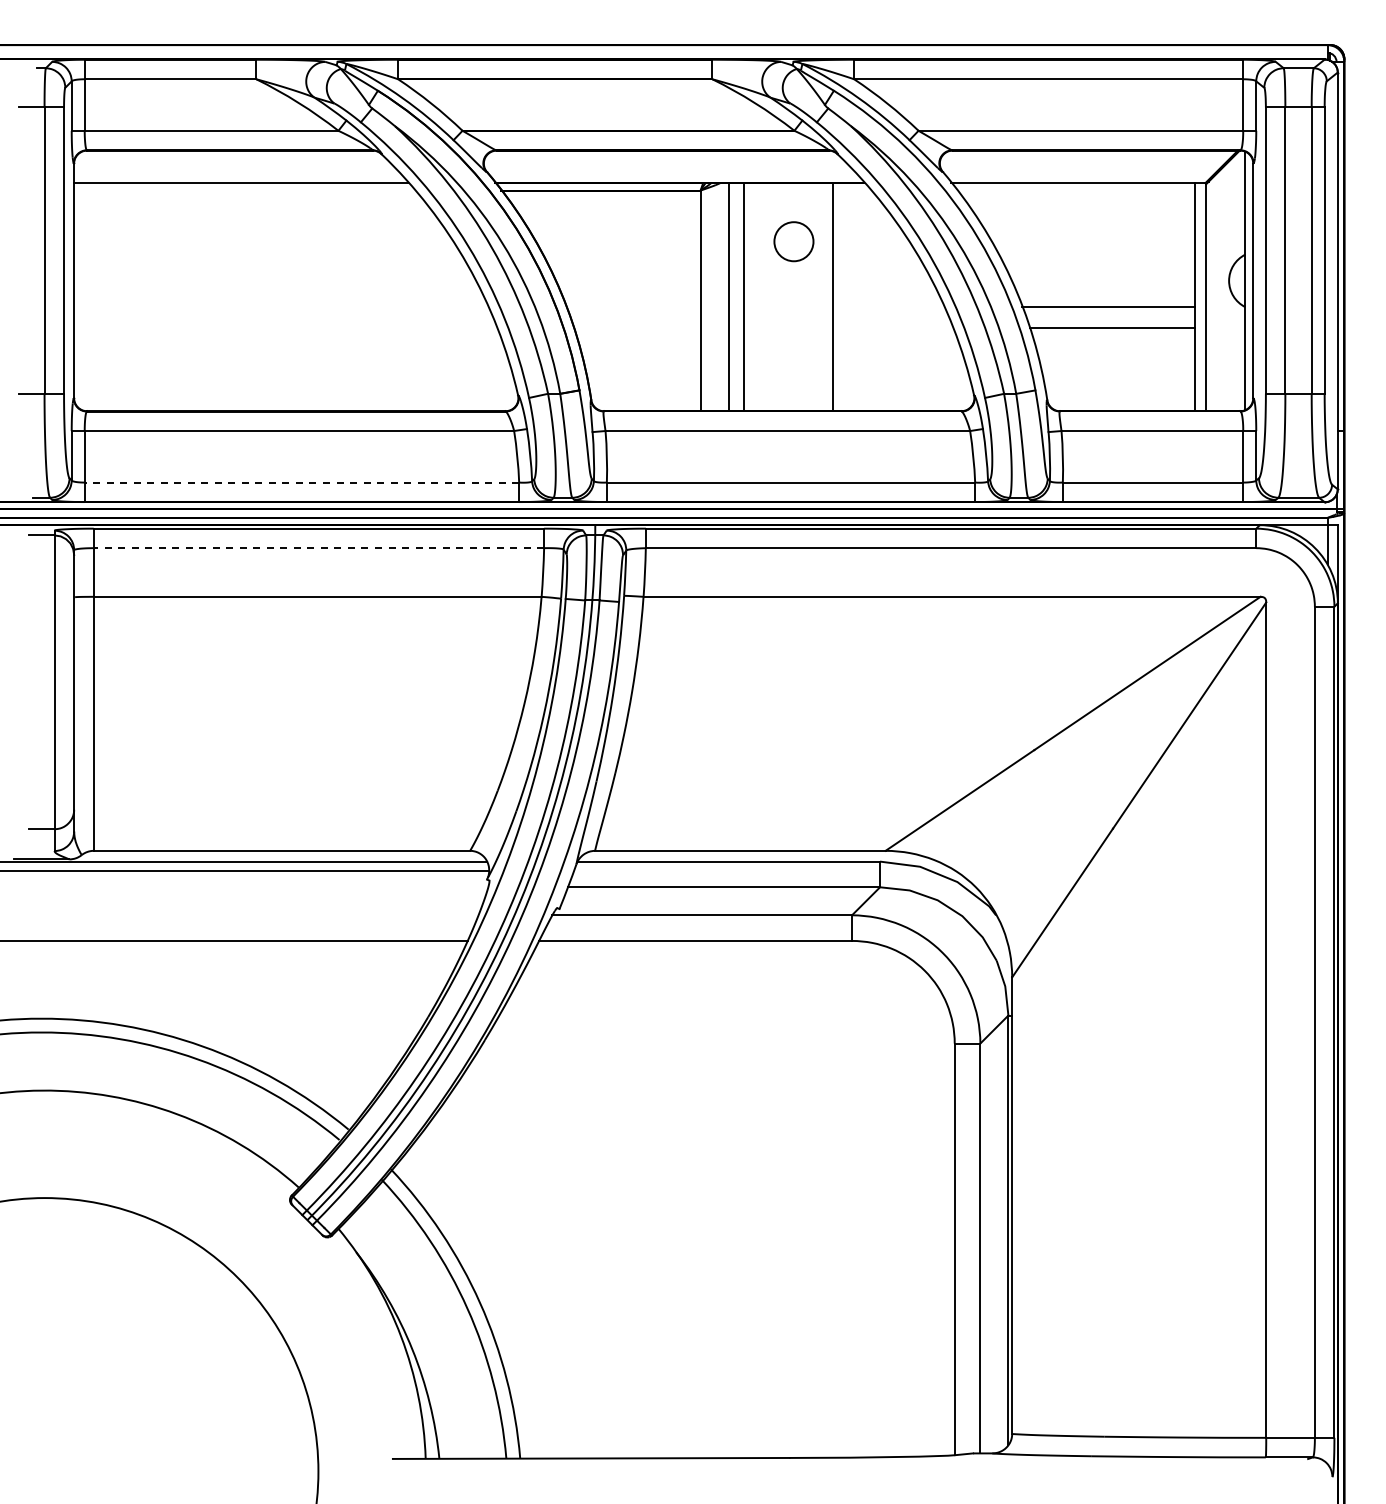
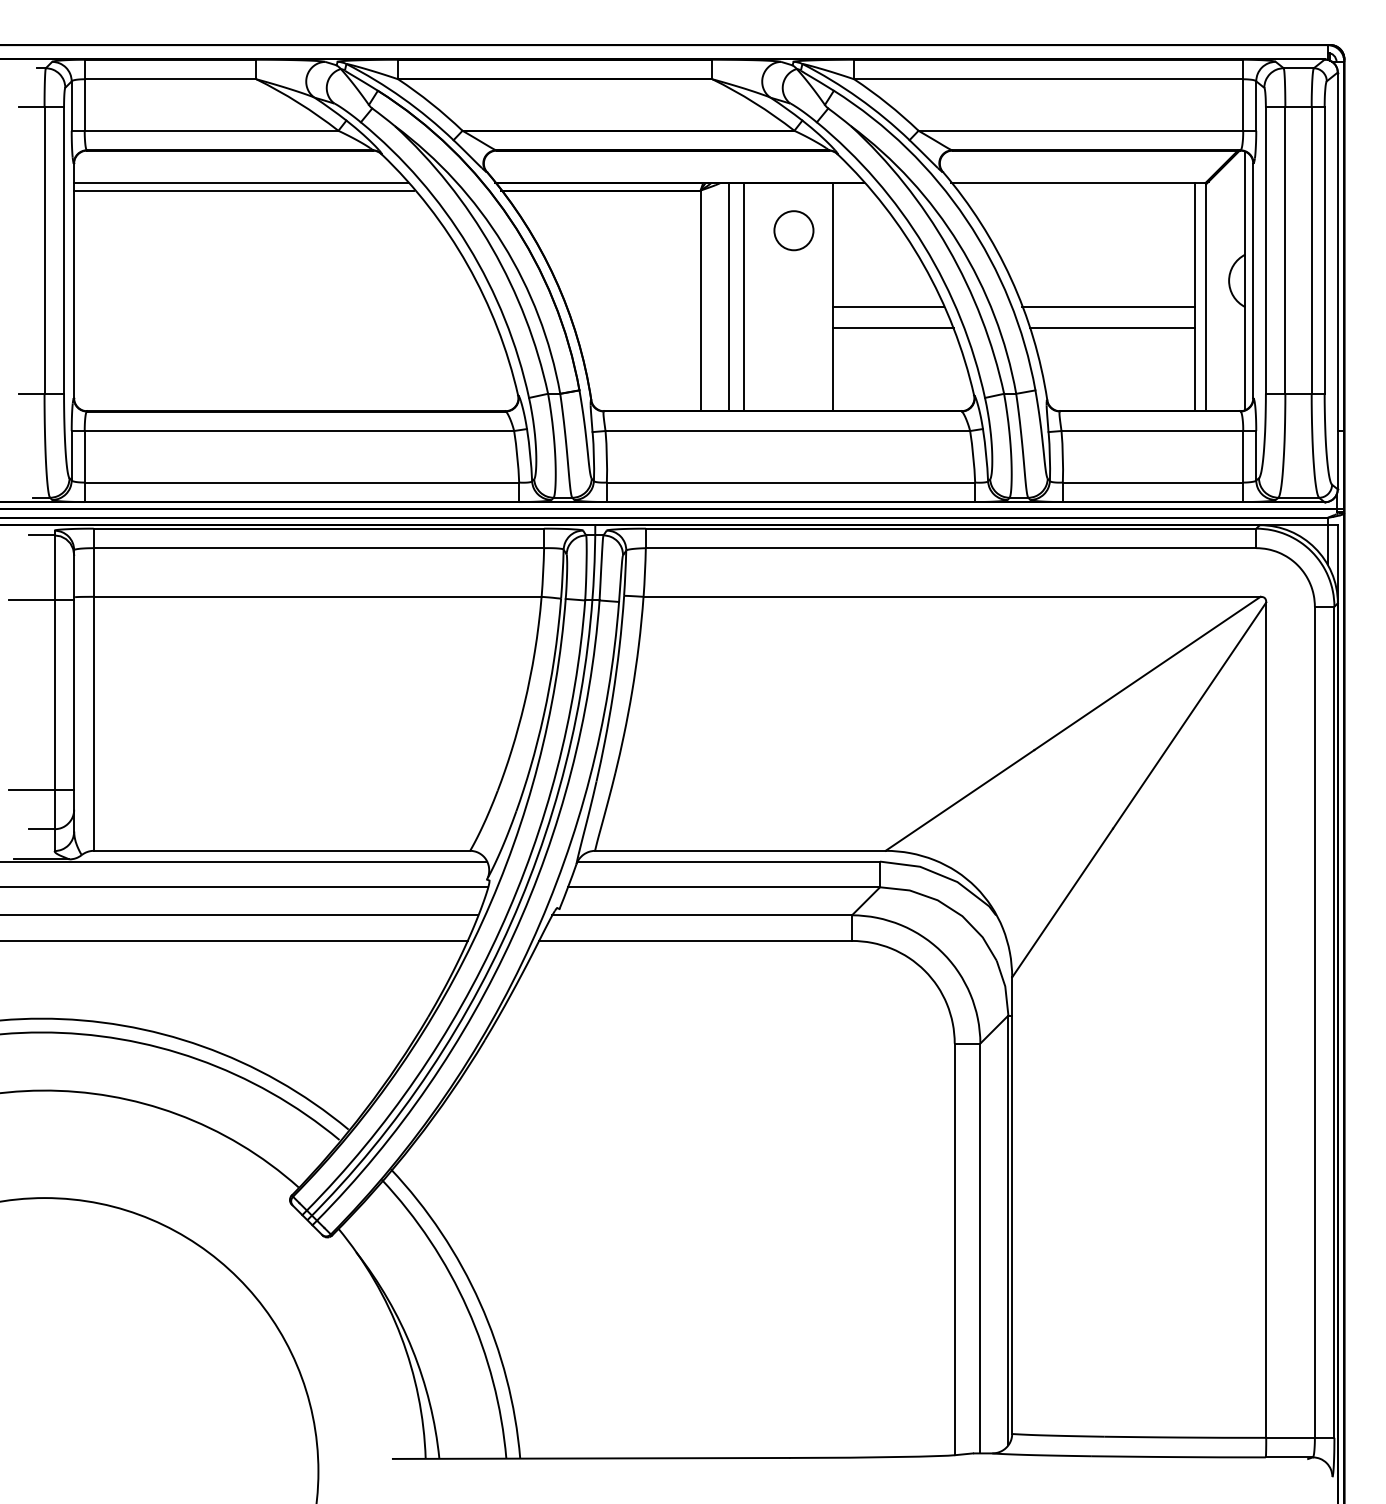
line at (244, 190): none -> present
circle at (793, 241) position: (793, 241) -> (793, 230)
line at (888, 307): none -> present
line at (893, 328): none -> present
line at (301, 482): dashed -> solid
line at (318, 548): dashed -> solid
line at (41, 600): none -> present
line at (41, 790): none -> present
line at (245, 871) position: (245, 871) -> (245, 887)
line at (240, 915): none -> present
